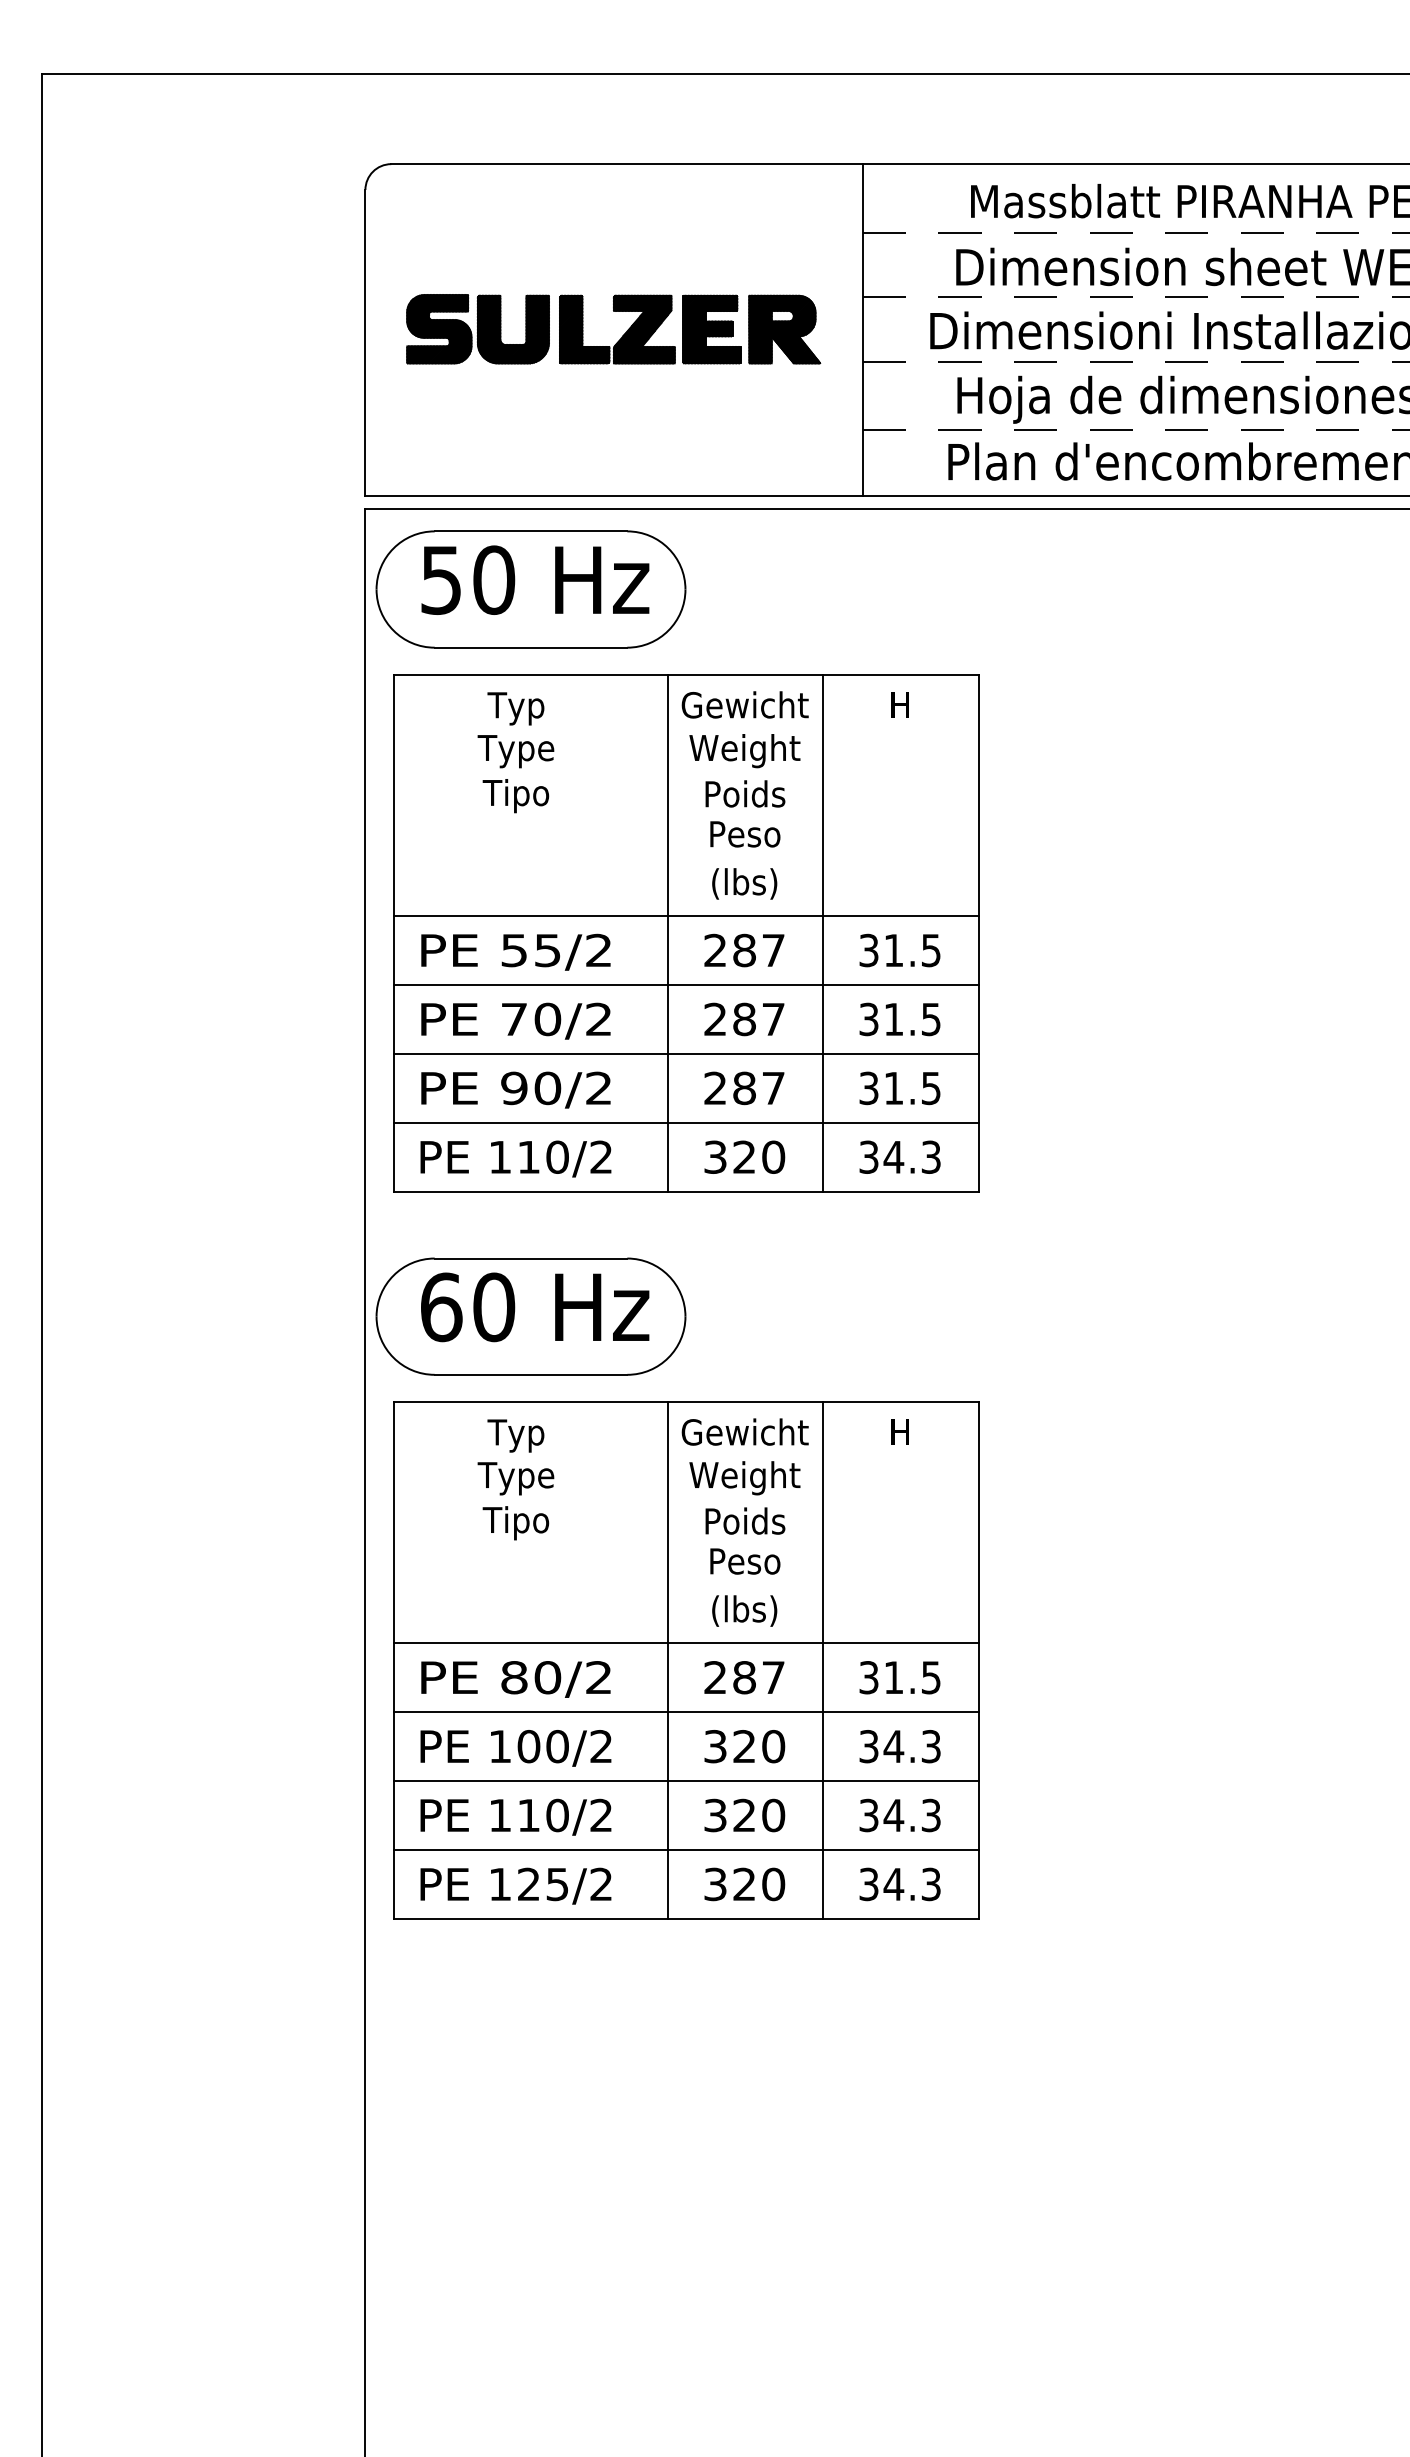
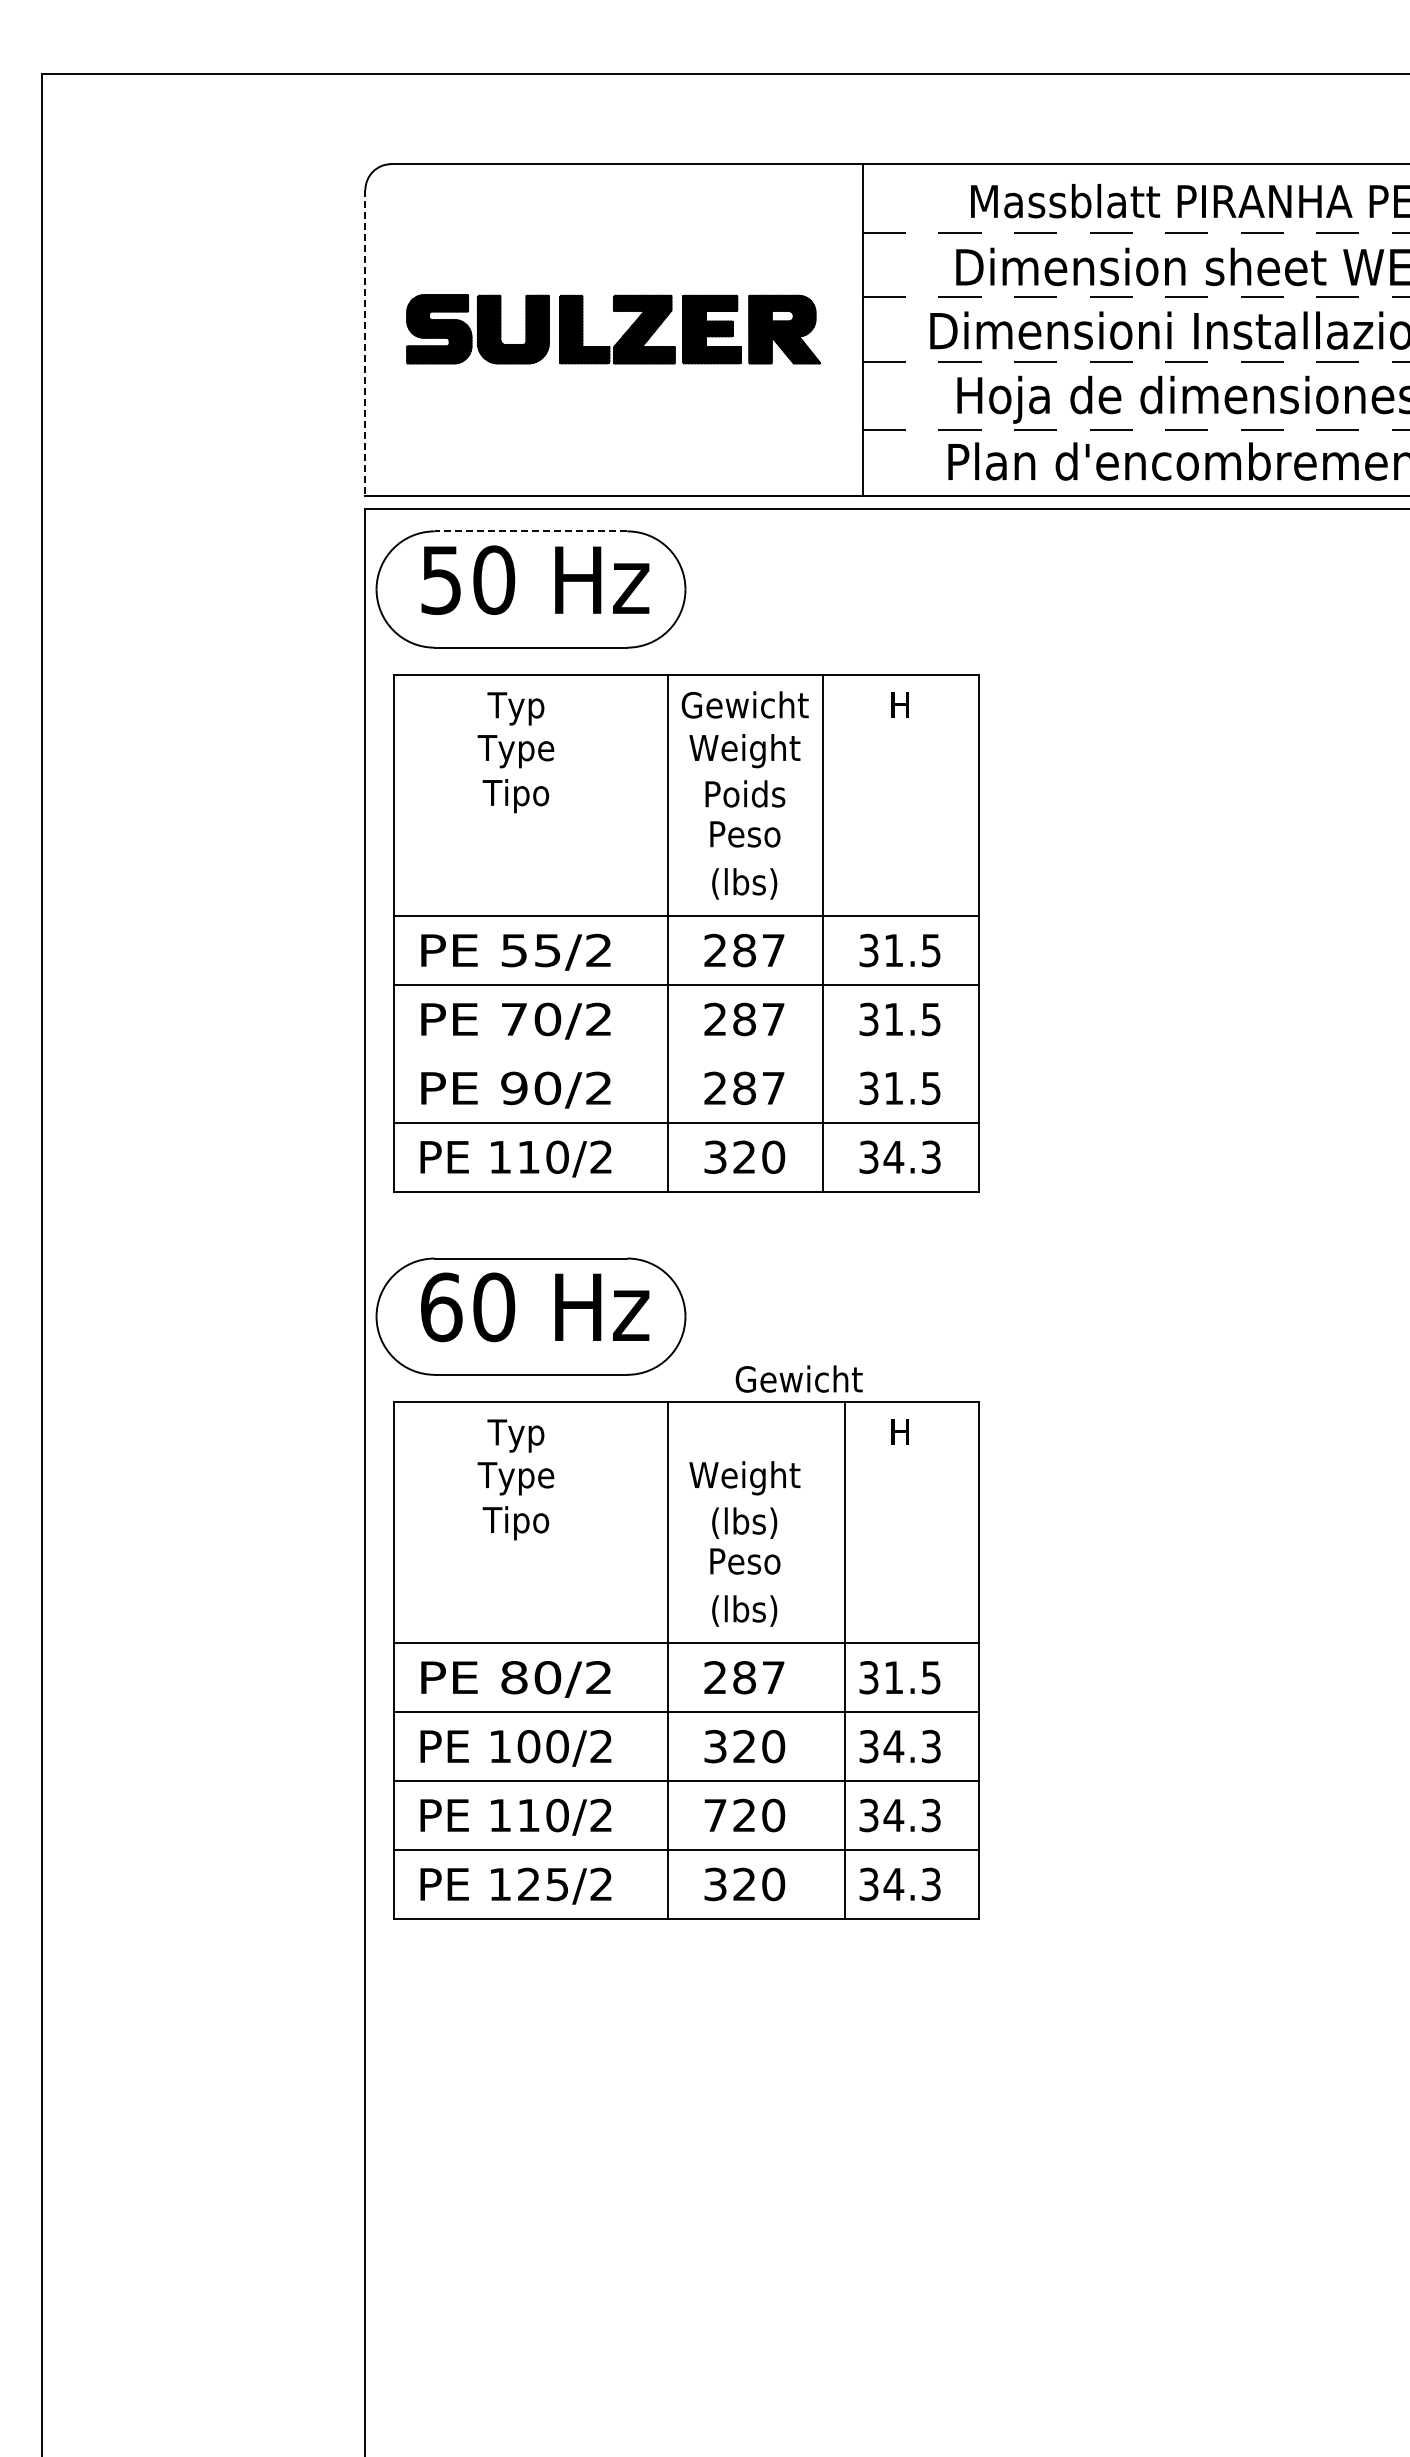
line at (365, 343): solid -> dashed
line at (530, 531): solid -> dashed
line at (685, 1053): present -> none
text at (744, 1431) position: (744, 1431) -> (798, 1378)
text at (745, 1522): Poids -> (lbs)
line at (823, 1659) position: (823, 1659) -> (845, 1659)
text at (715, 1815): 320 -> 720
